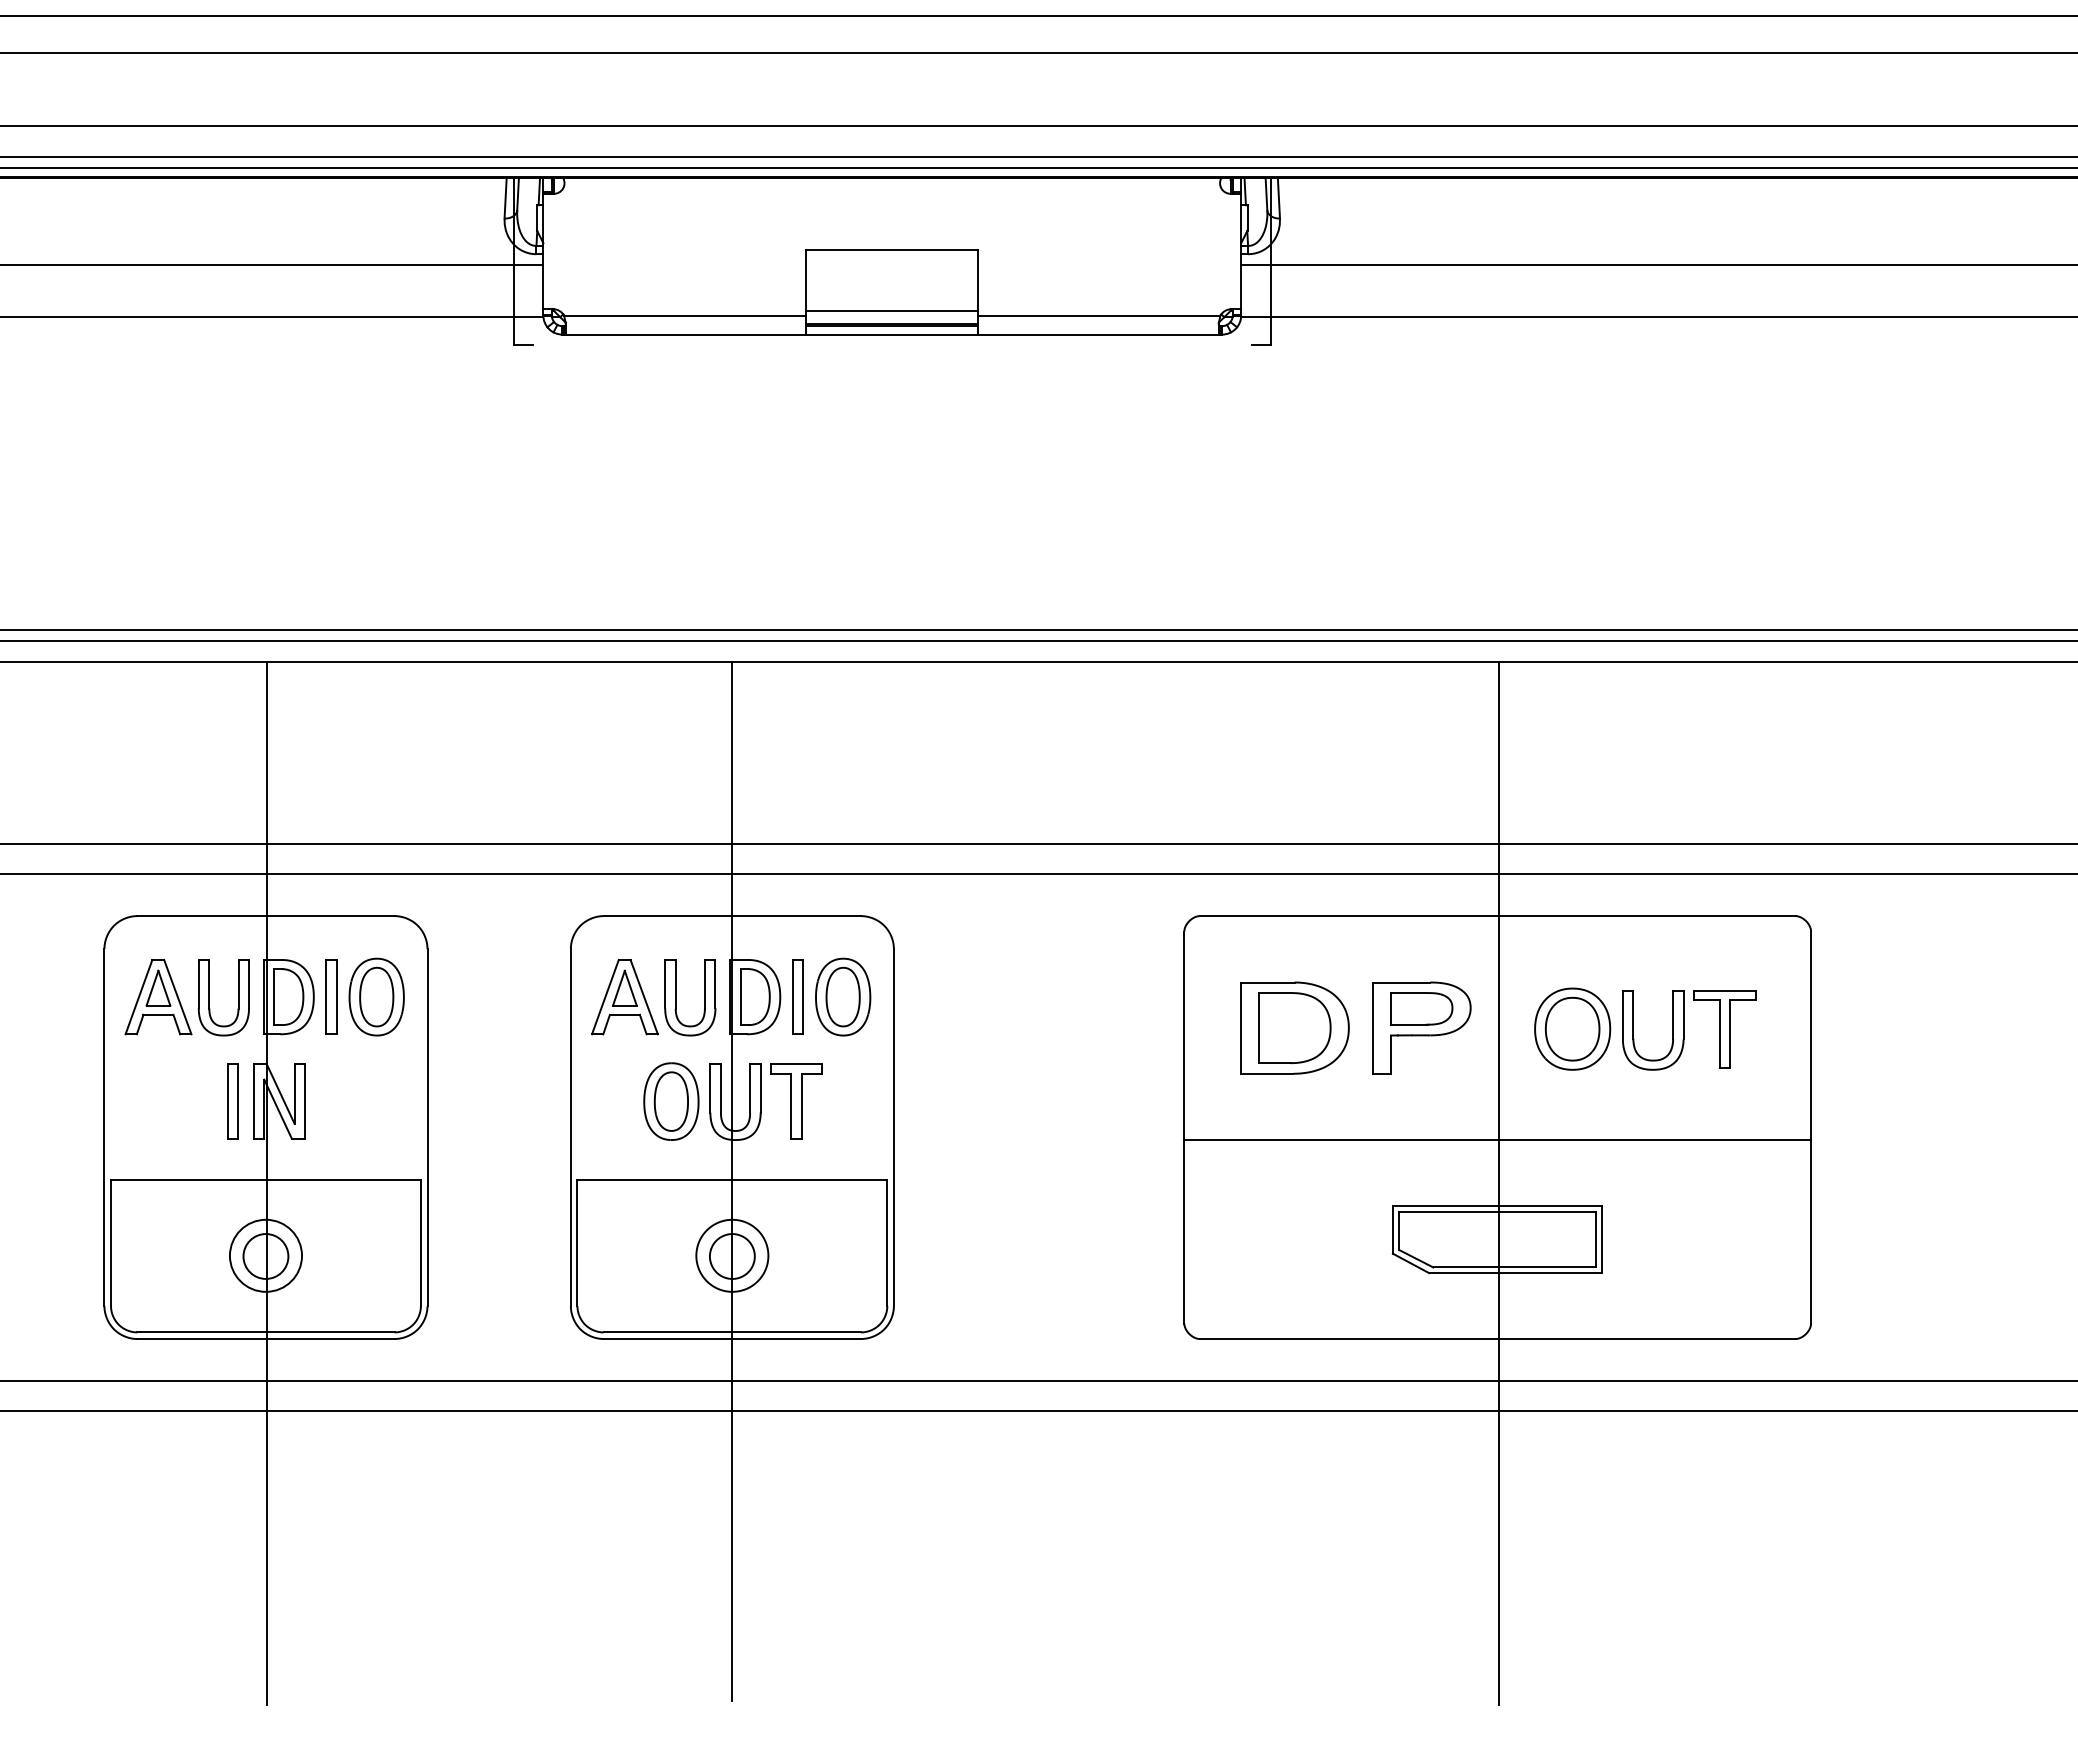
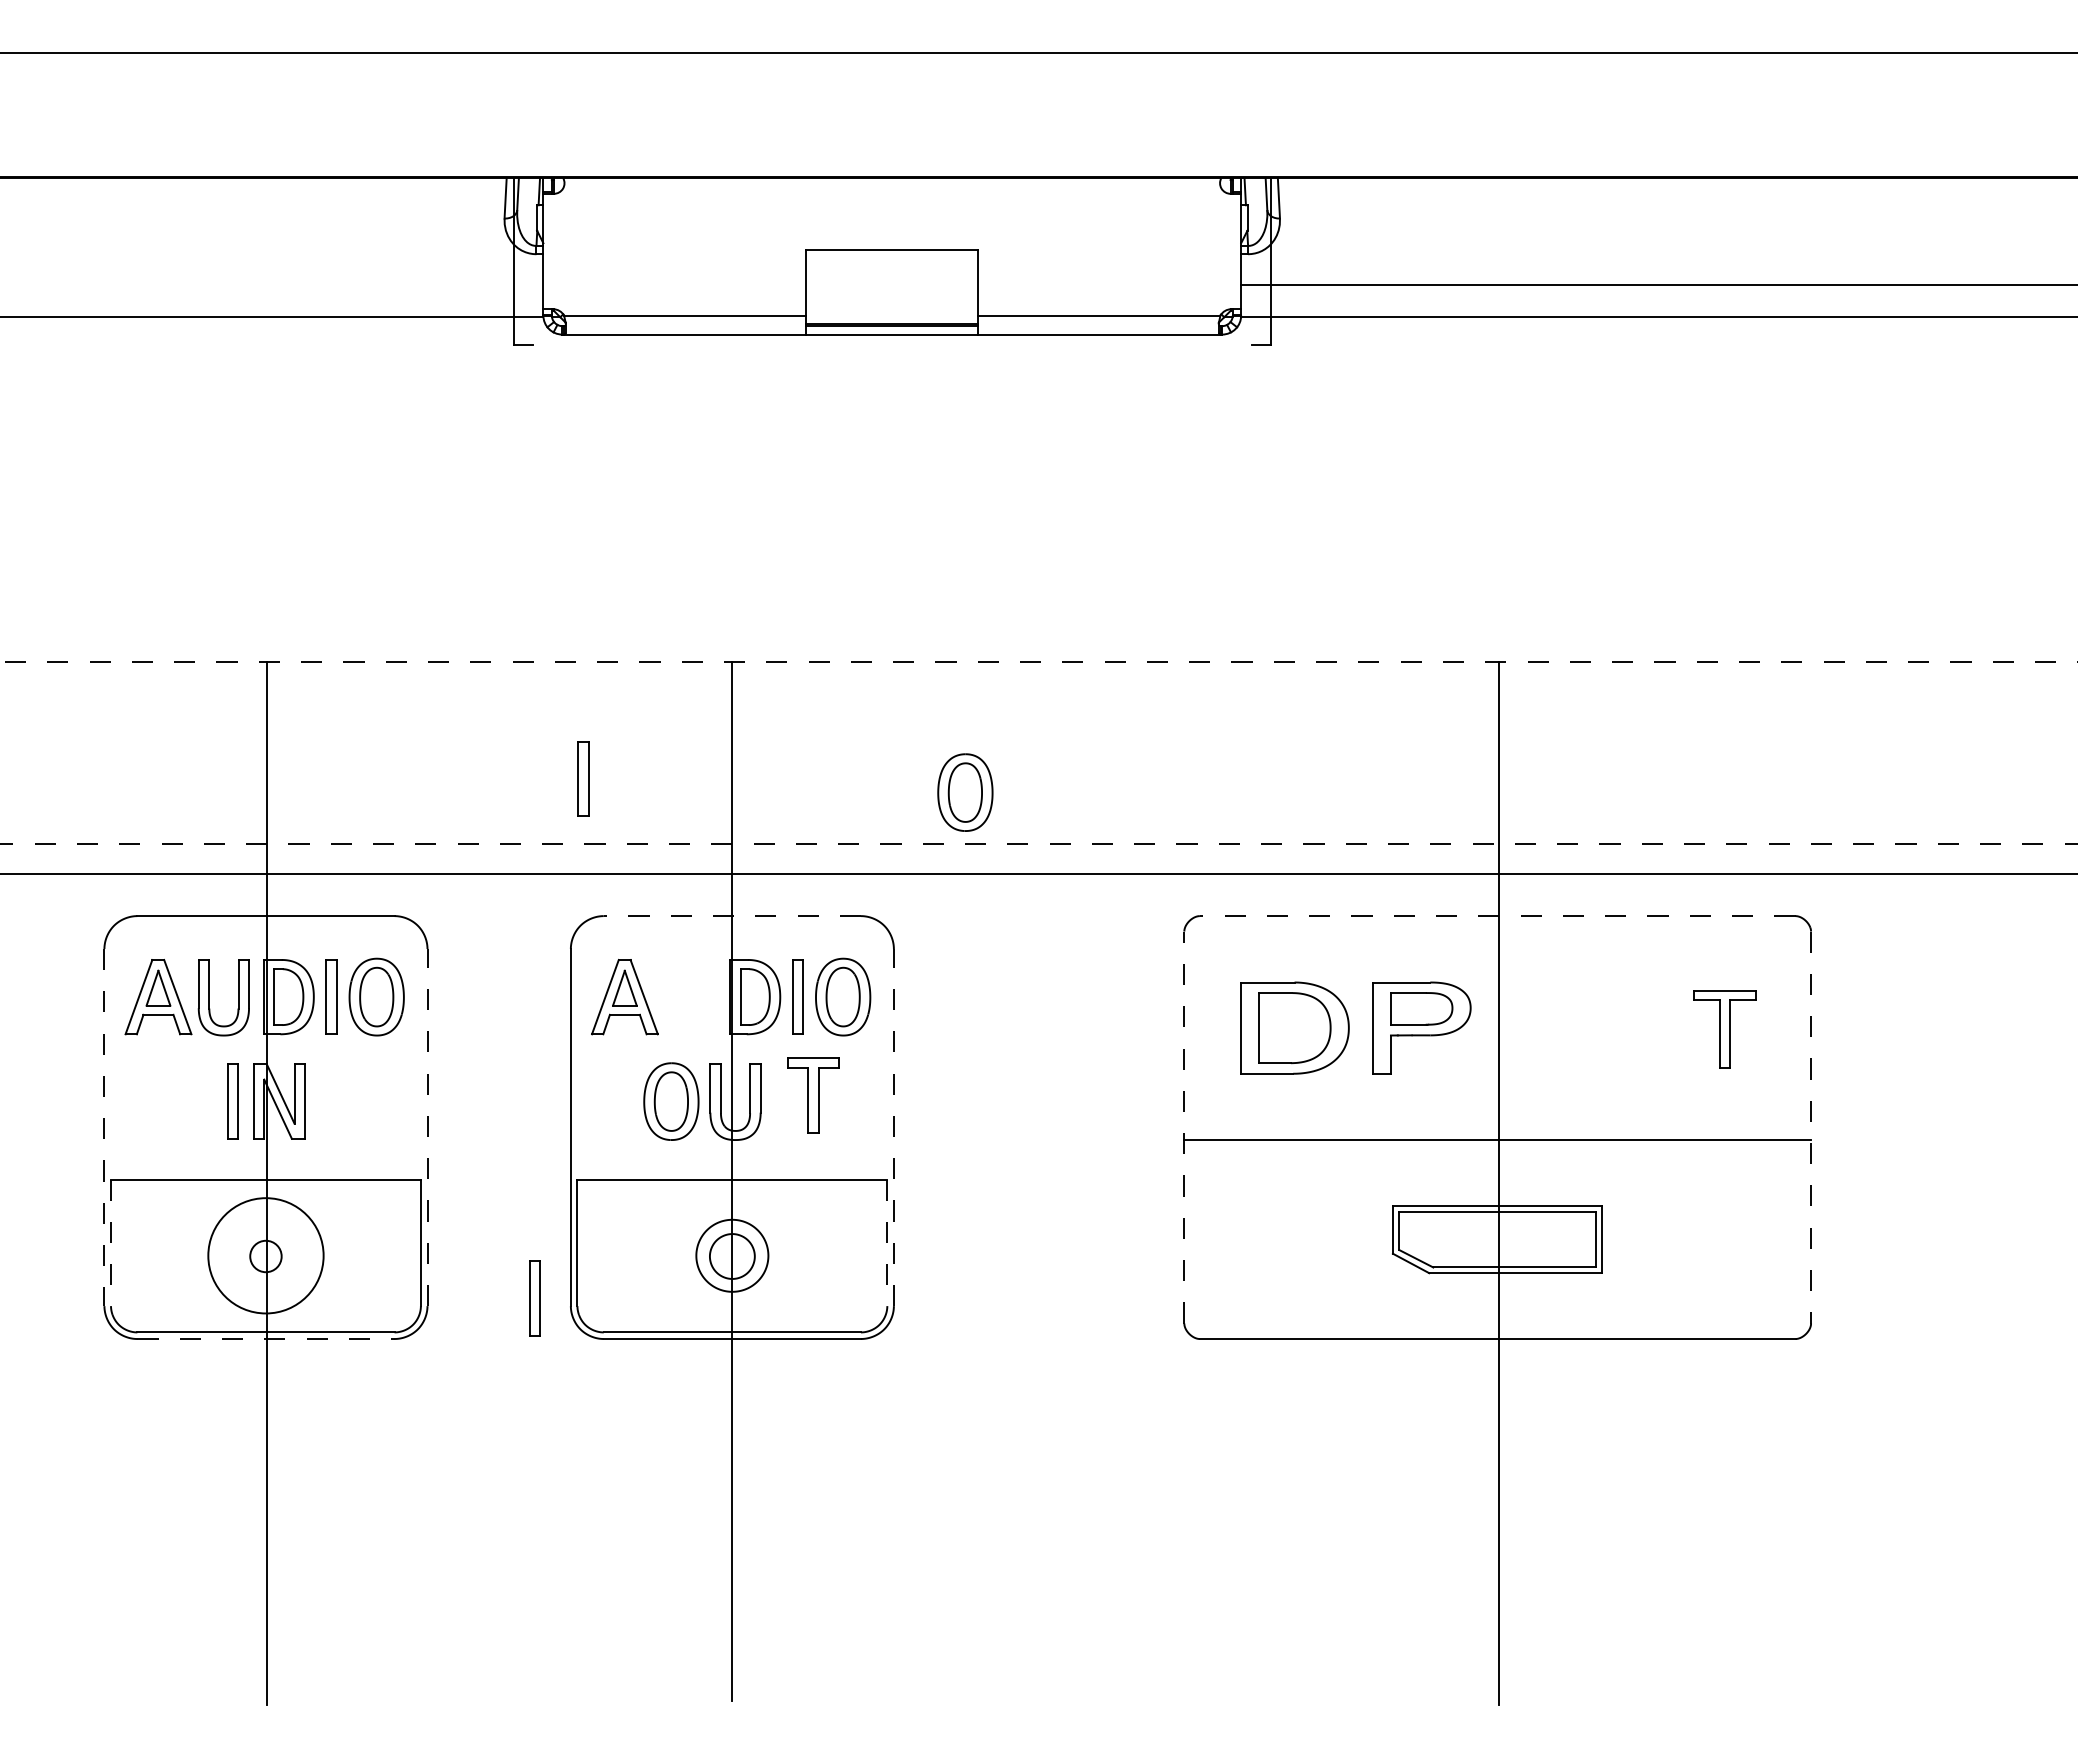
line at (1038, 16): present -> none
line at (1038, 126): present -> none
line at (1038, 157): present -> none
line at (1038, 168): present -> none
line at (272, 264): present -> none
line at (1657, 264) position: (1657, 264) -> (1657, 284)
line at (892, 310): present -> none
line at (1038, 629): present -> none
line at (1038, 641): present -> none
line at (1038, 662): solid -> dashed
part at (583, 778): none -> present
part at (965, 792): none -> present
line at (1038, 844): solid -> dashed
line at (732, 916): solid -> dashed
line at (1497, 916): solid -> dashed
part at (676, 997): present -> none
part at (1572, 1028): present -> none
part at (1672, 1030): present -> none
part at (796, 1101) position: (796, 1101) -> (813, 1095)
line at (104, 1127): solid -> dashed
line at (427, 1127): solid -> dashed
line at (893, 1127): solid -> dashed
line at (1184, 1127): solid -> dashed
line at (1811, 1127): solid -> dashed
line at (111, 1243): solid -> dashed
line at (887, 1243): solid -> dashed
circle at (265, 1255) diameter: 72 px -> 115 px
circle at (265, 1256) diameter: 45 px -> 31 px
part at (534, 1298): none -> present
line at (265, 1339): solid -> dashed
line at (1038, 1381): present -> none
line at (1038, 1410): present -> none
